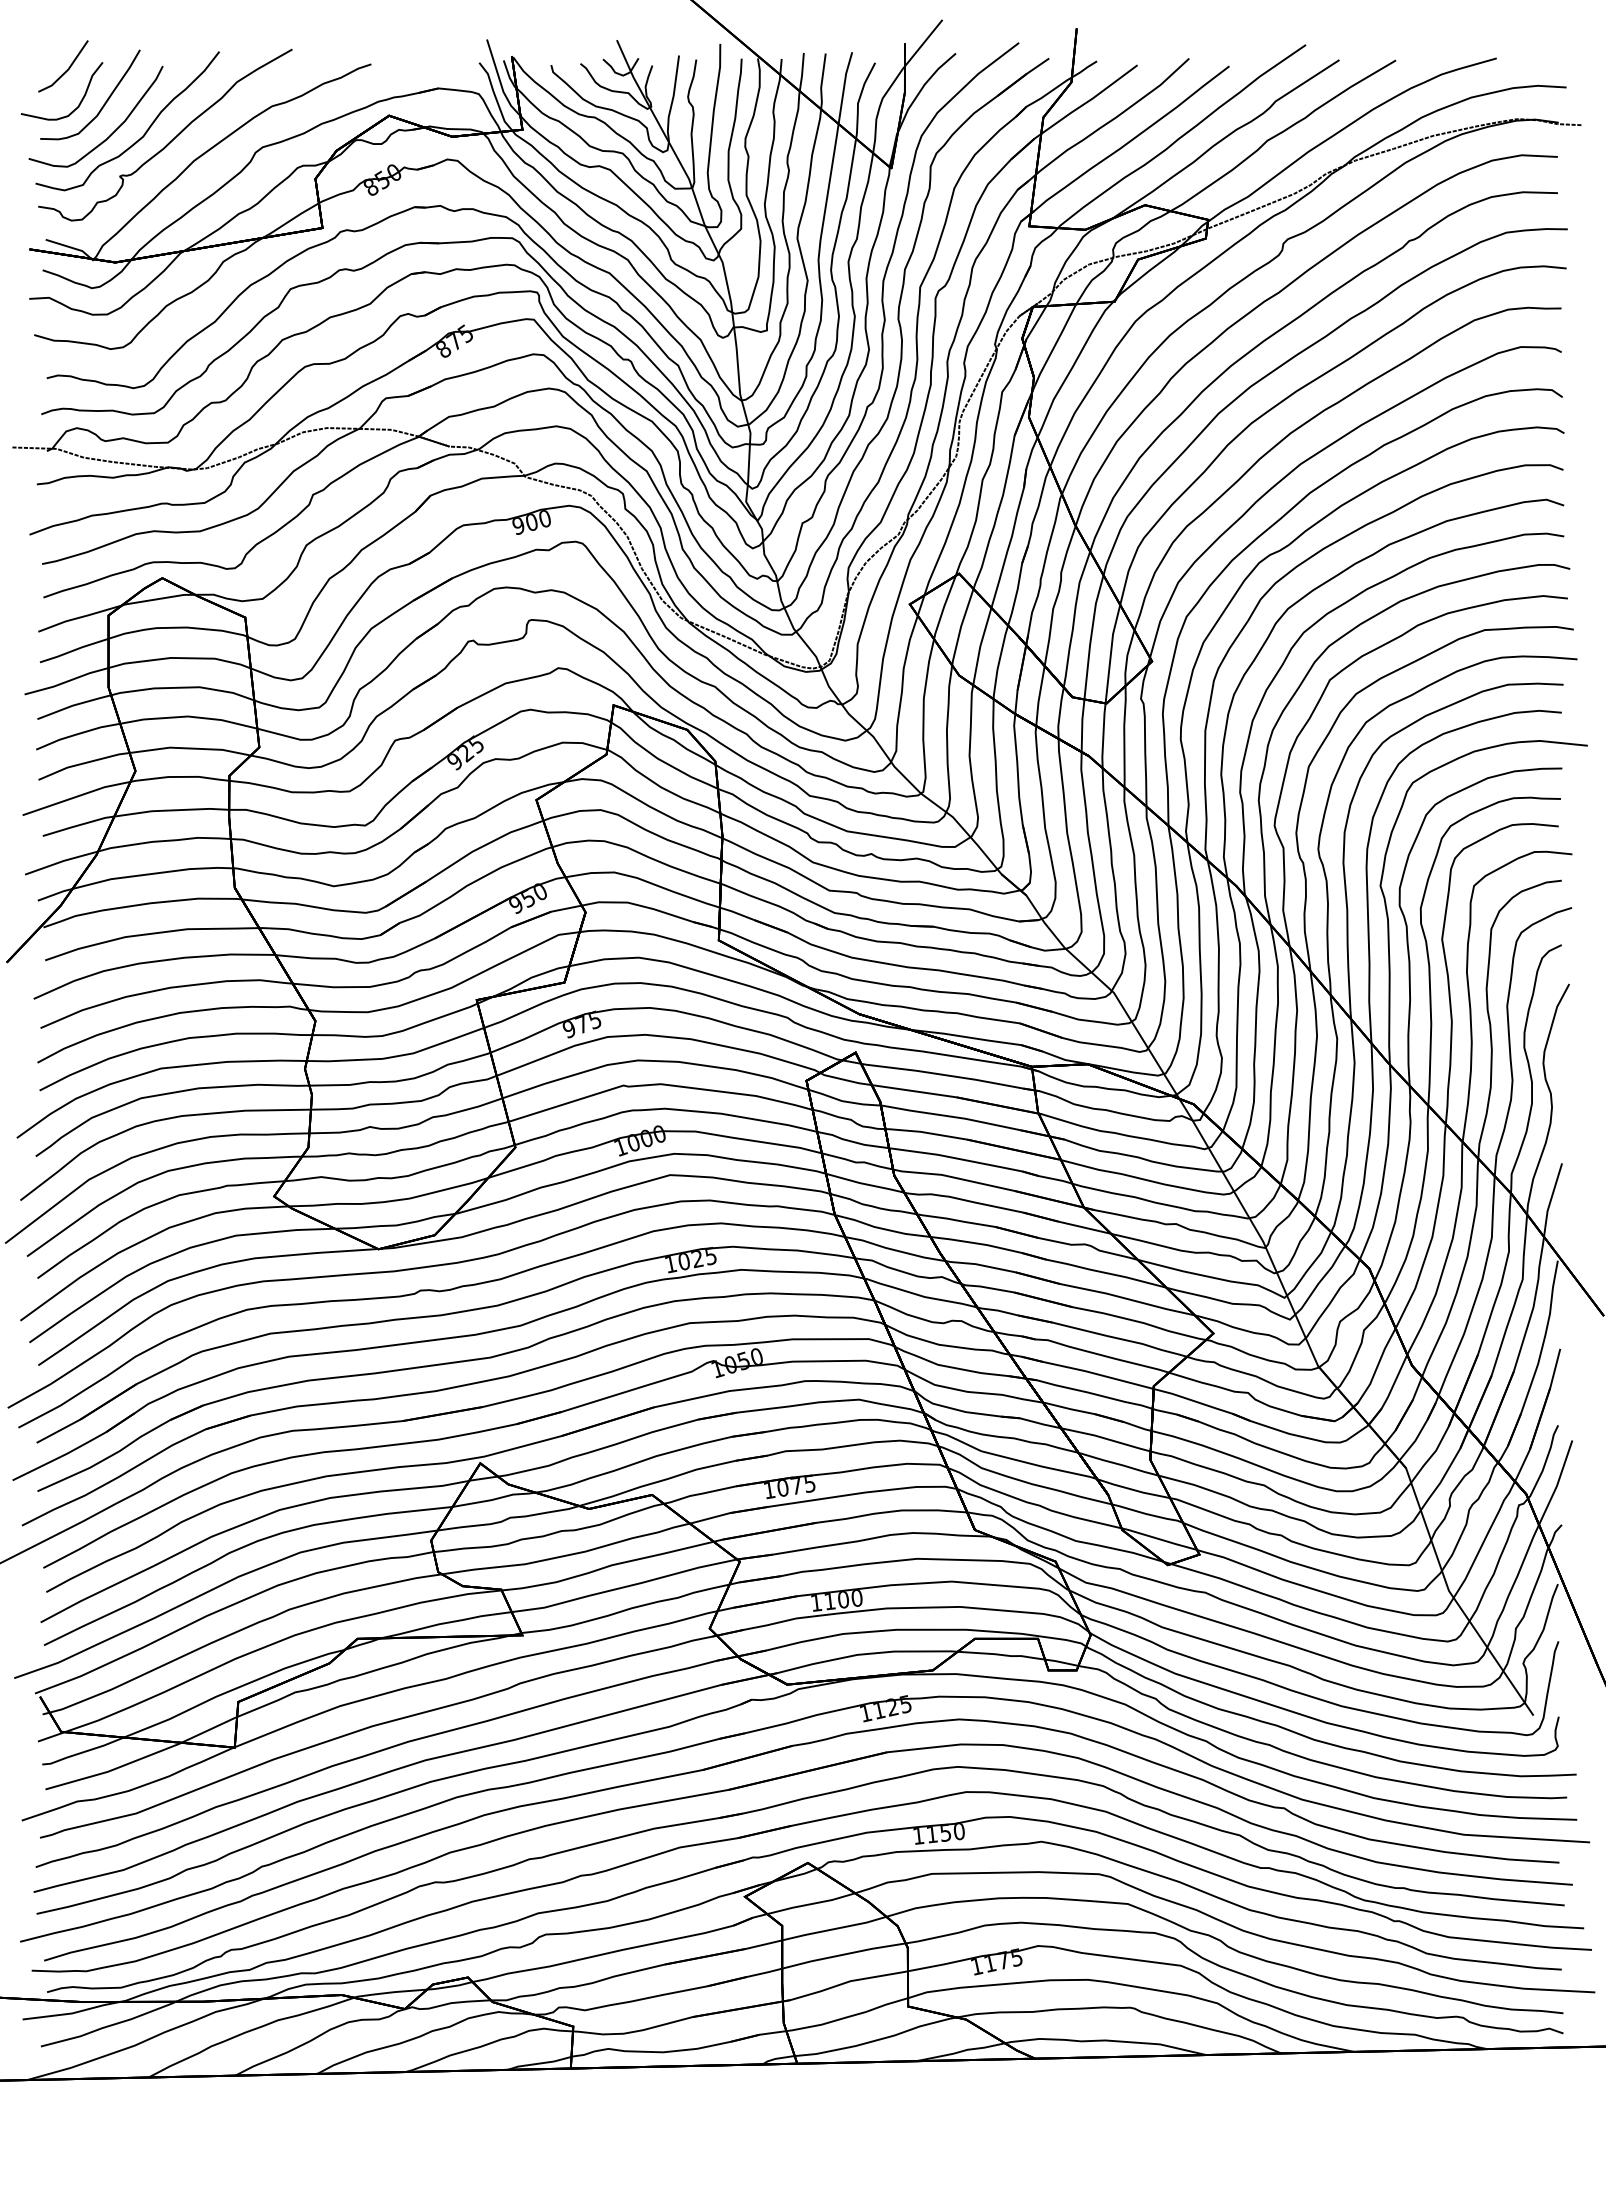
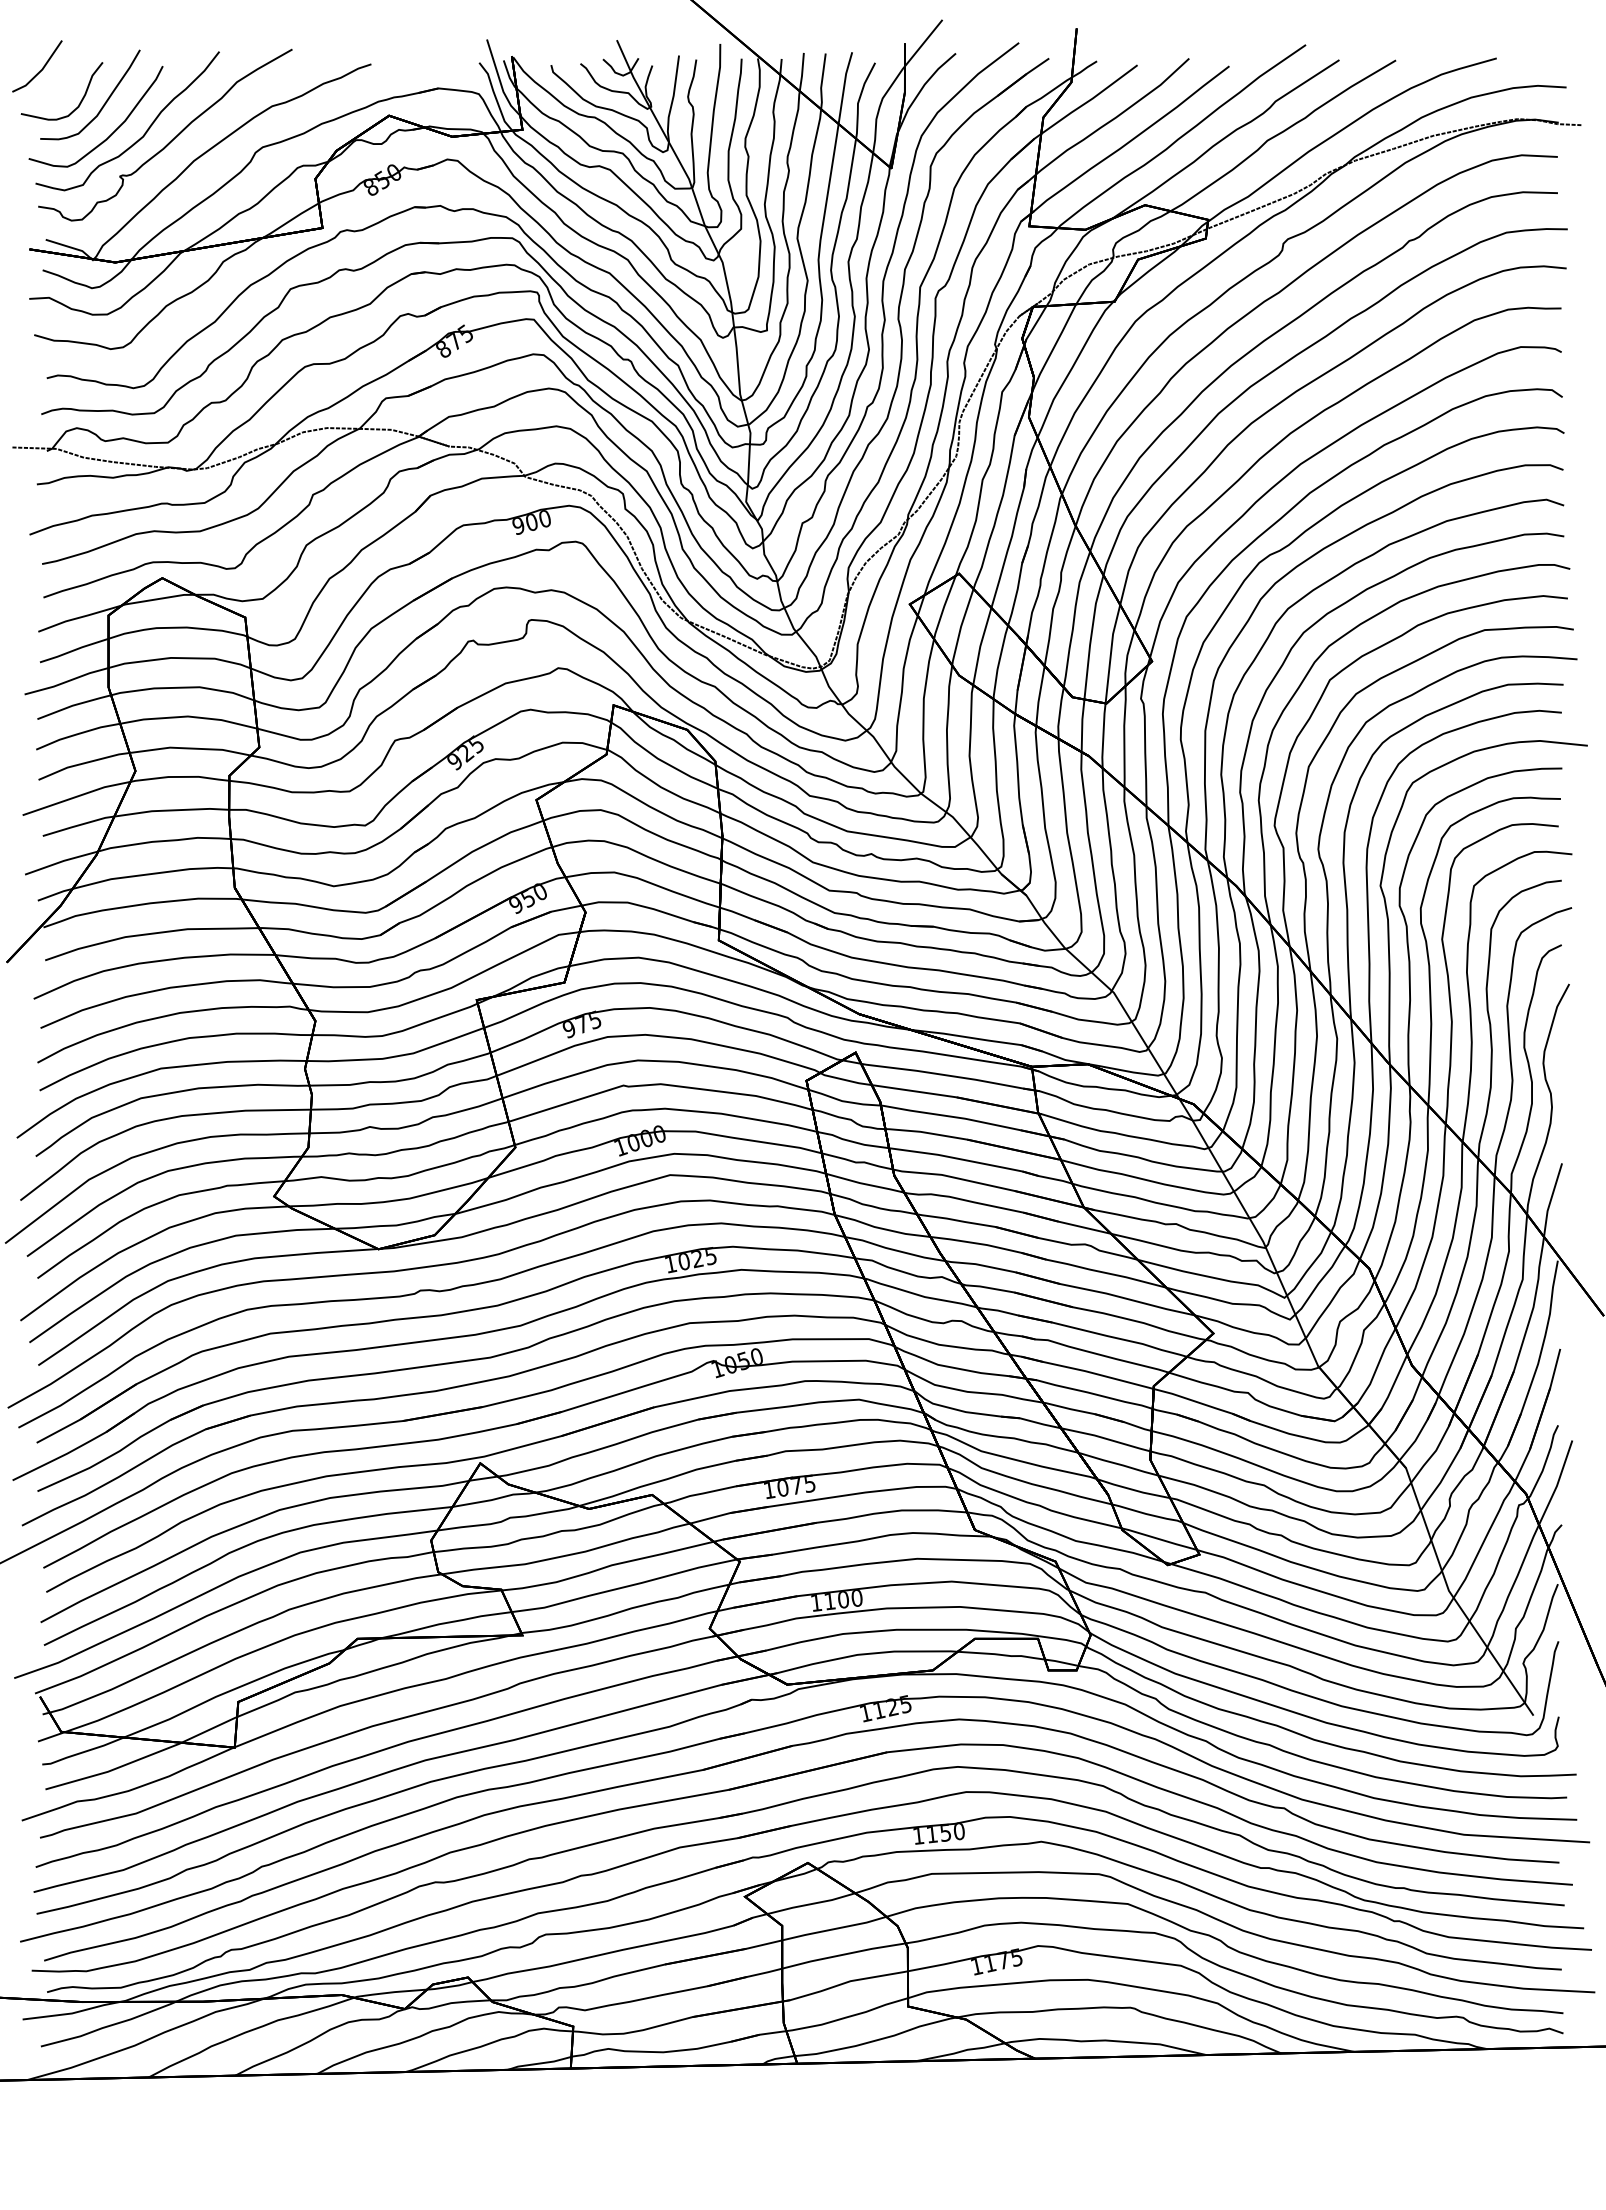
line at (67, 69) position: (67, 69) -> (41, 69)
